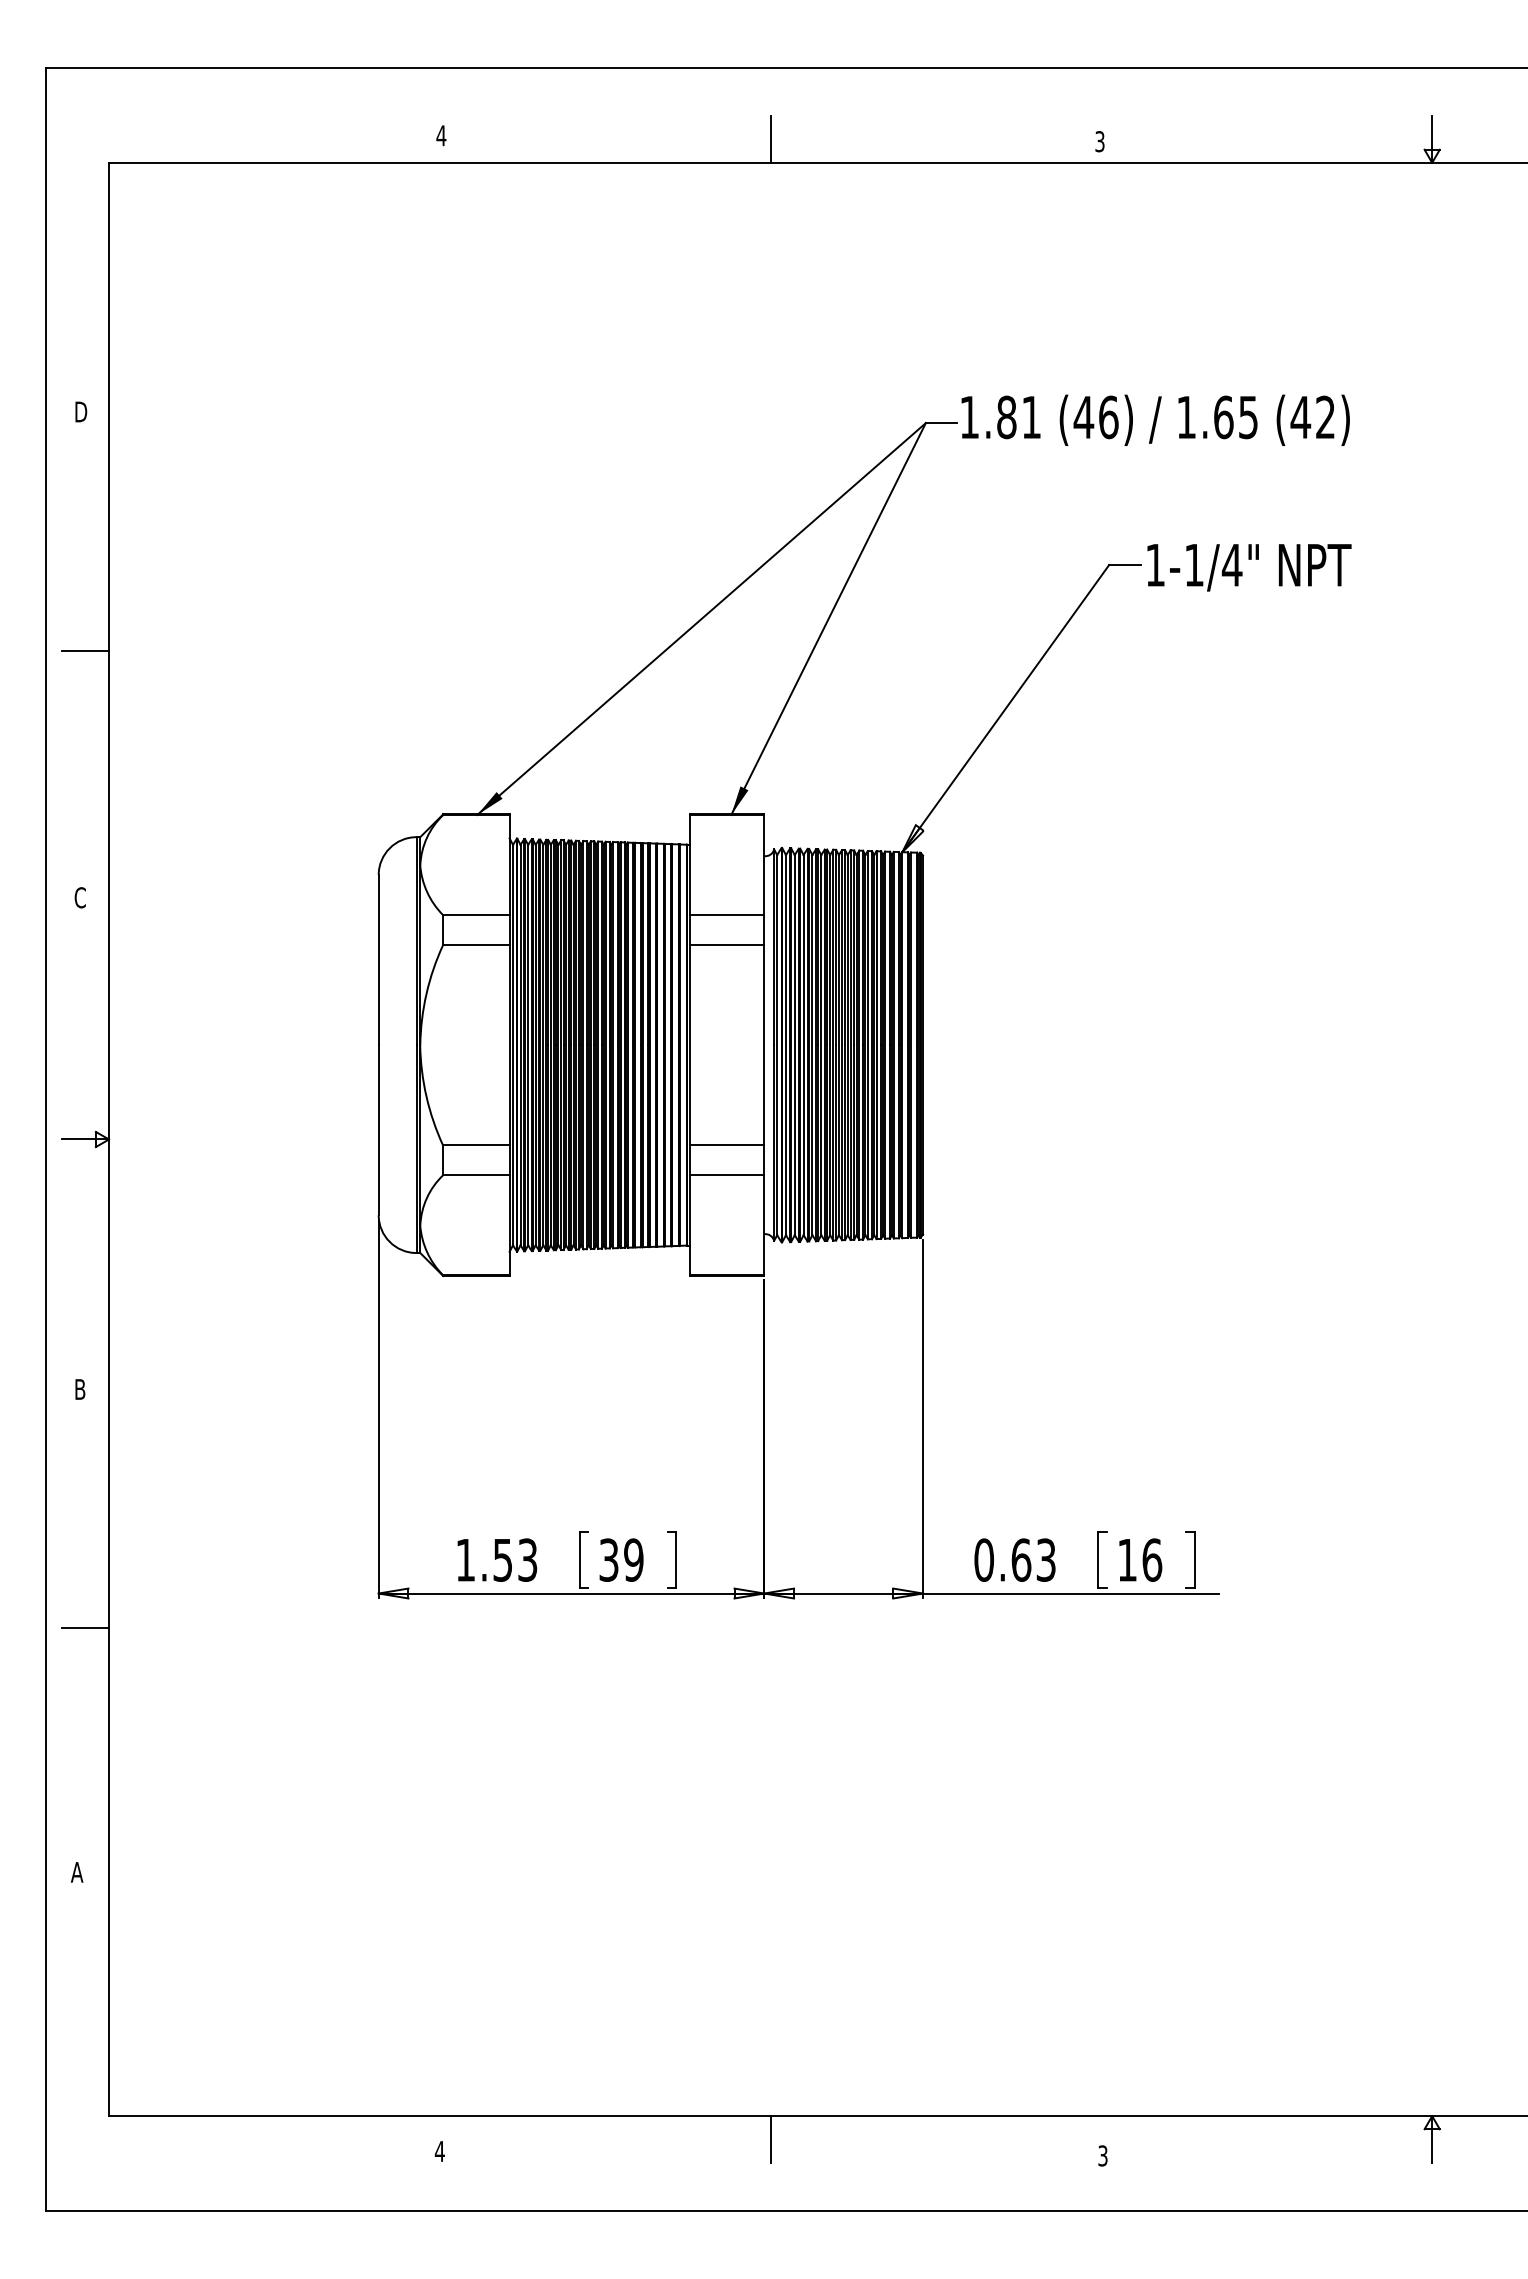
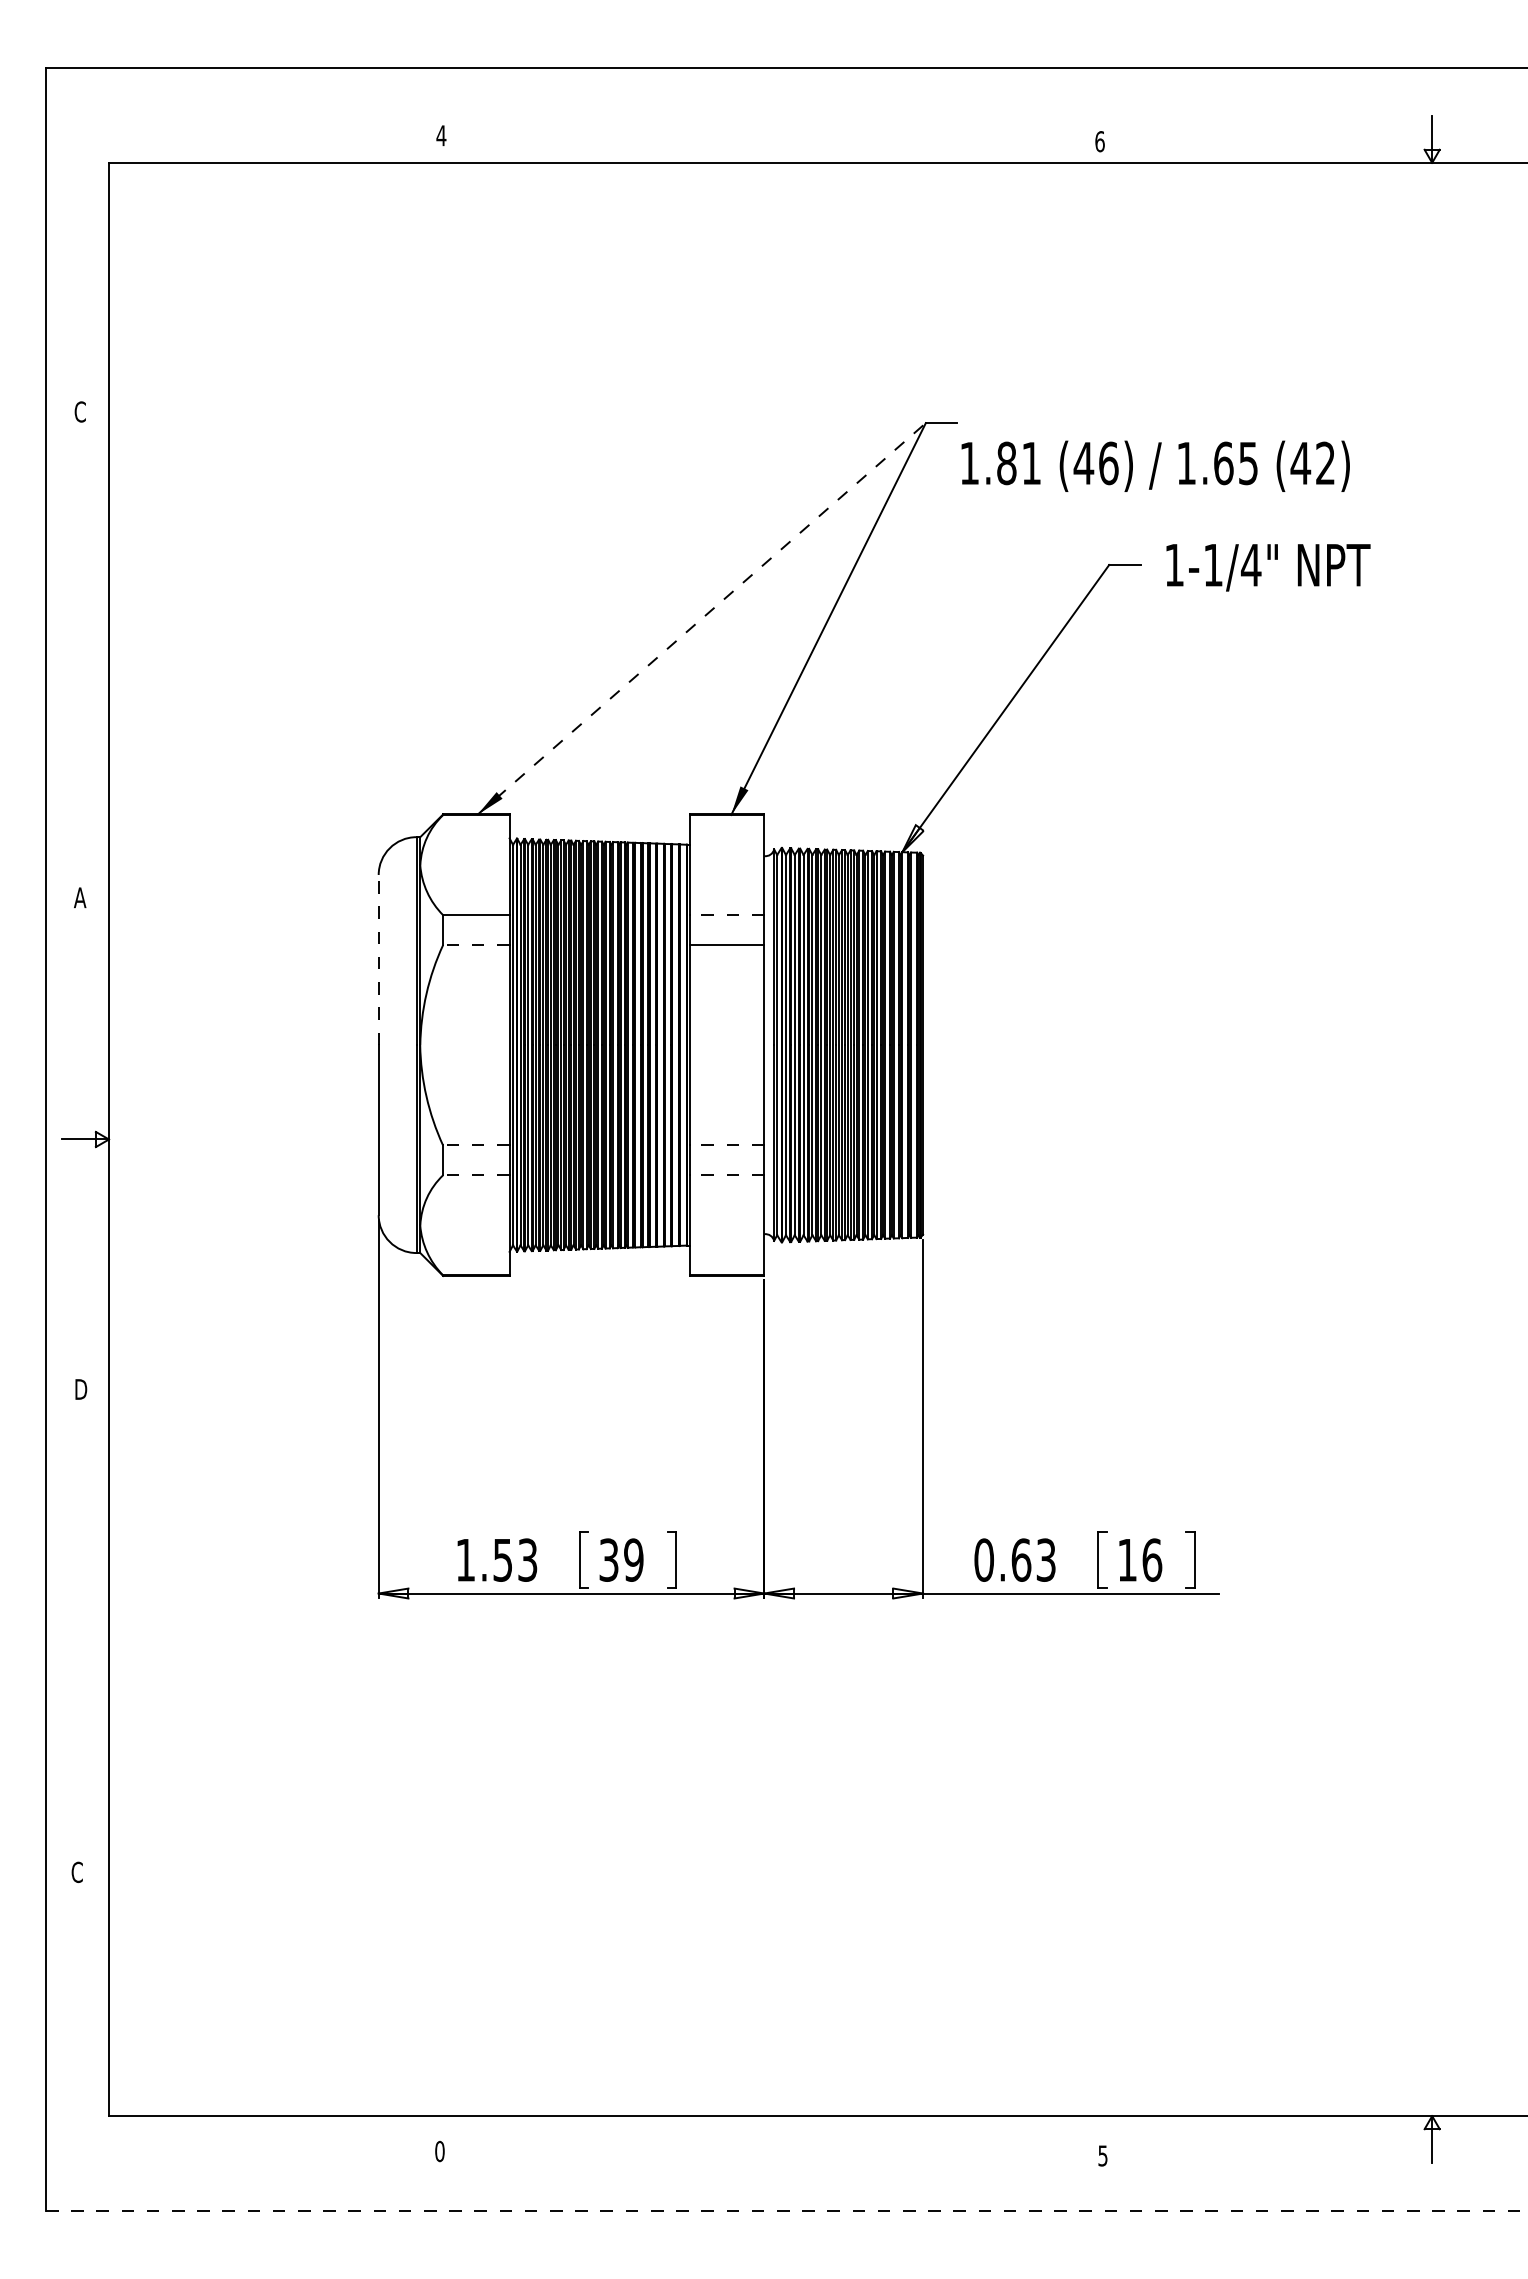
line at (770, 138): present -> none
text at (1099, 141): 3 -> 6
text at (80, 411): D -> C
text at (1155, 419) position: (1155, 419) -> (1155, 465)
text at (1249, 567) position: (1249, 567) -> (1268, 567)
line at (701, 619): solid -> dashed
line at (85, 651): present -> none
text at (80, 897): C -> A
line at (726, 915): solid -> dashed
line at (475, 945): solid -> dashed
line at (378, 959): solid -> dashed
line at (475, 1145): solid -> dashed
line at (726, 1145): solid -> dashed
line at (475, 1175): solid -> dashed
line at (726, 1175): solid -> dashed
text at (82, 1389): B -> D
line at (85, 1627): present -> none
text at (76, 1872): A -> C
line at (770, 2139): present -> none
text at (439, 2151): 4 -> 0
text at (1102, 2155): 3 -> 5
line at (786, 2210): solid -> dashed
